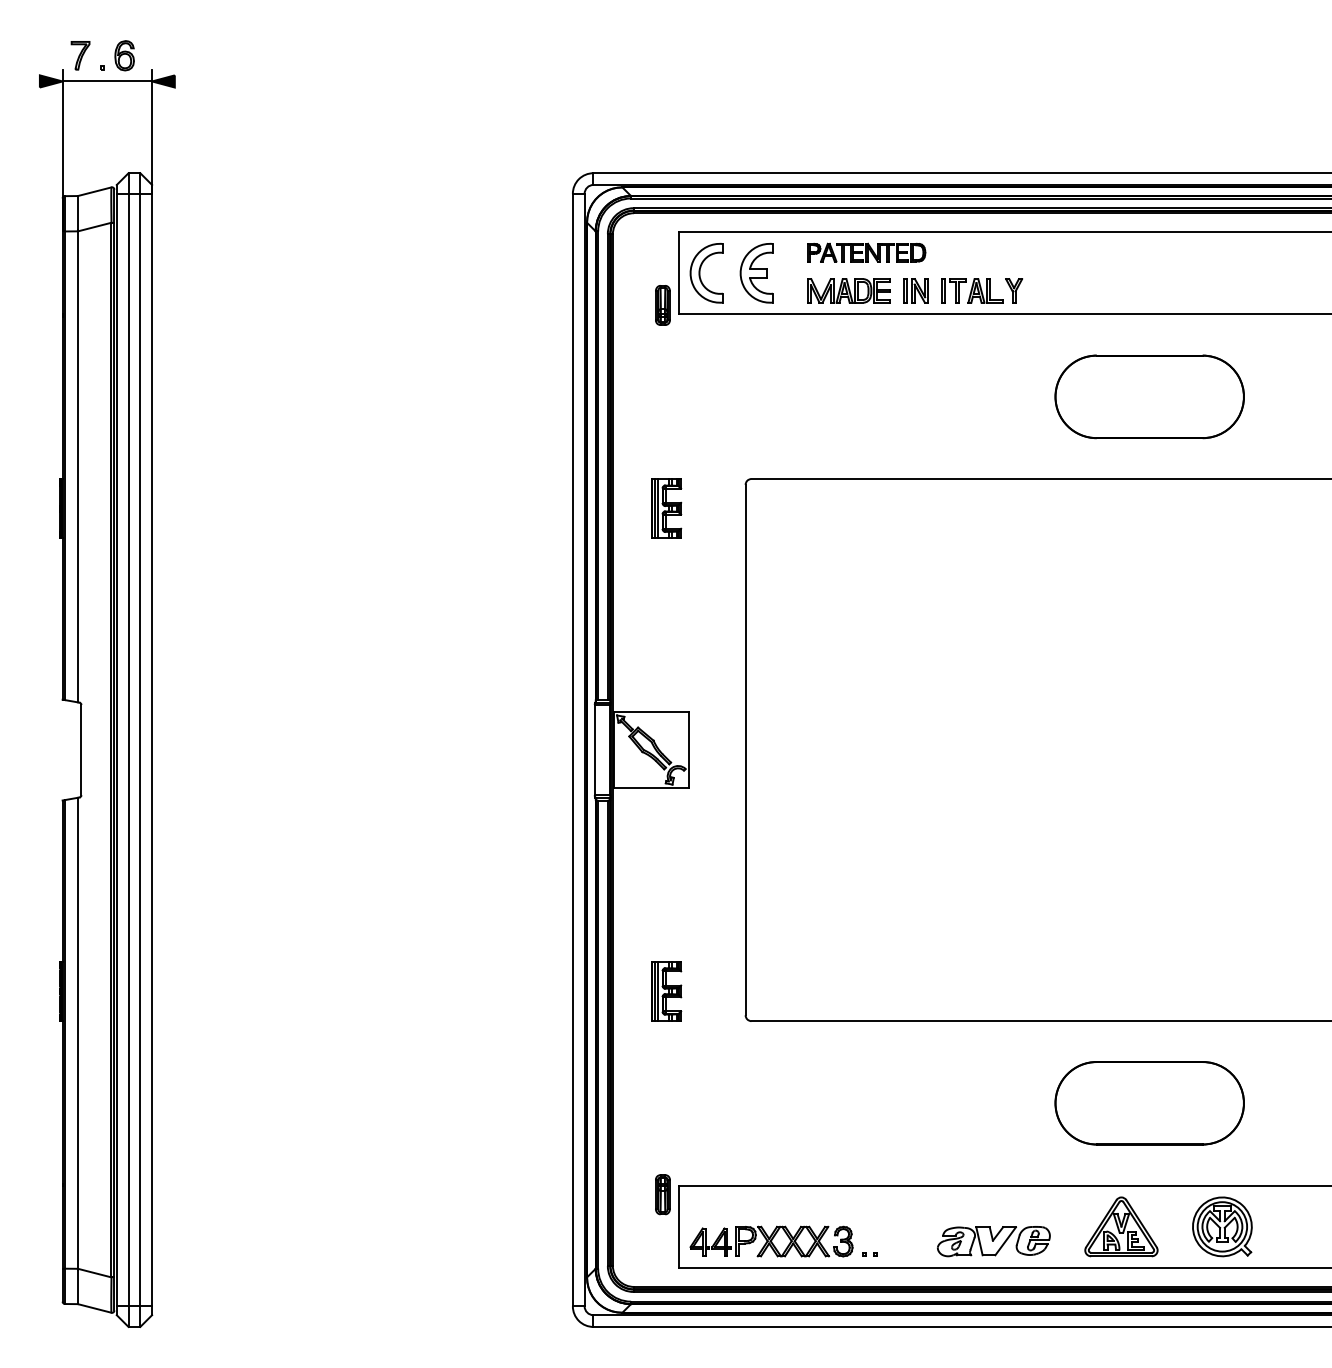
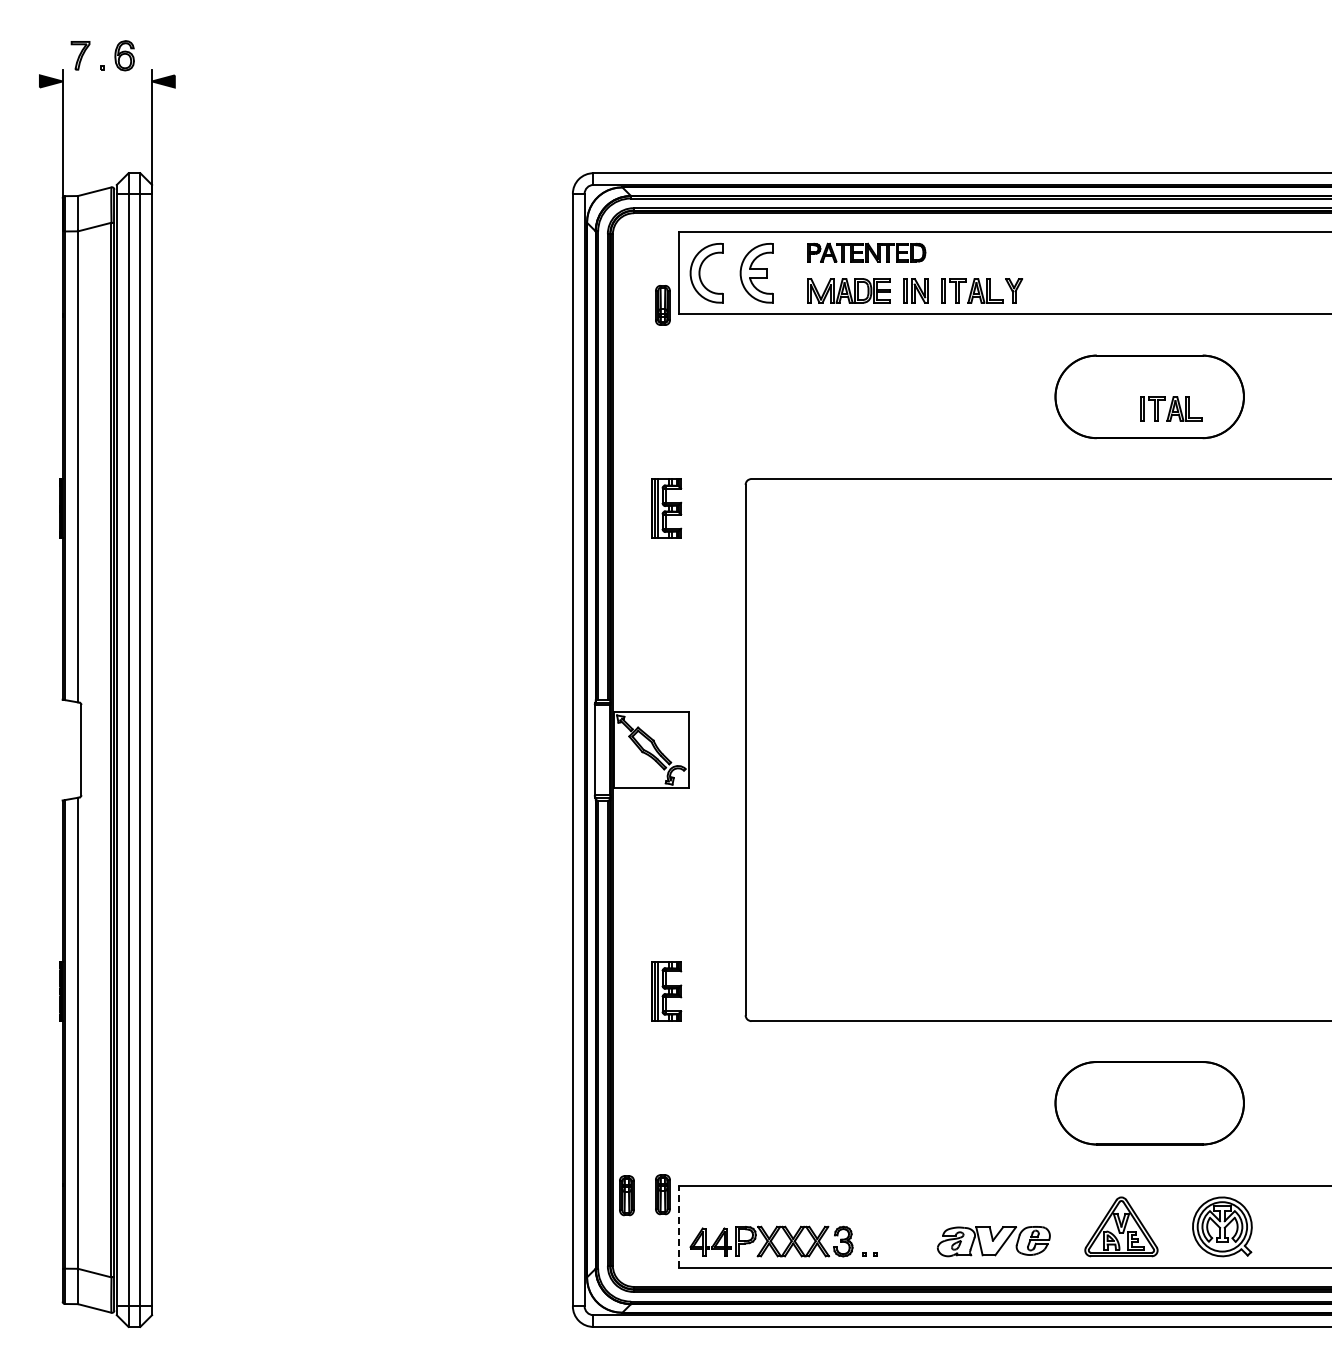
line at (107, 81): present -> none
part at (1171, 408): none -> present
part at (626, 1195): none -> present
line at (678, 1226): solid -> dashed
